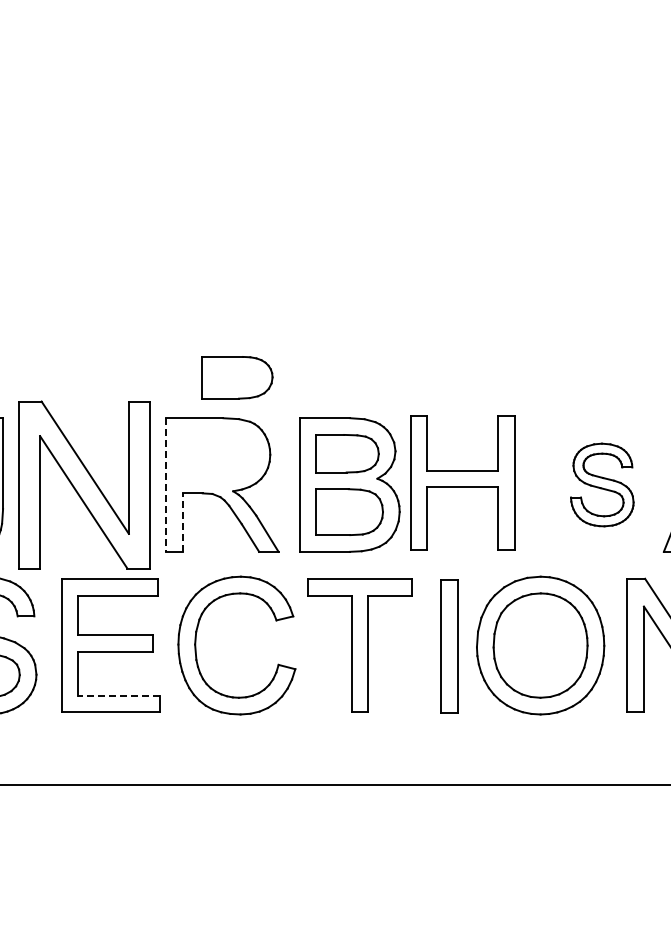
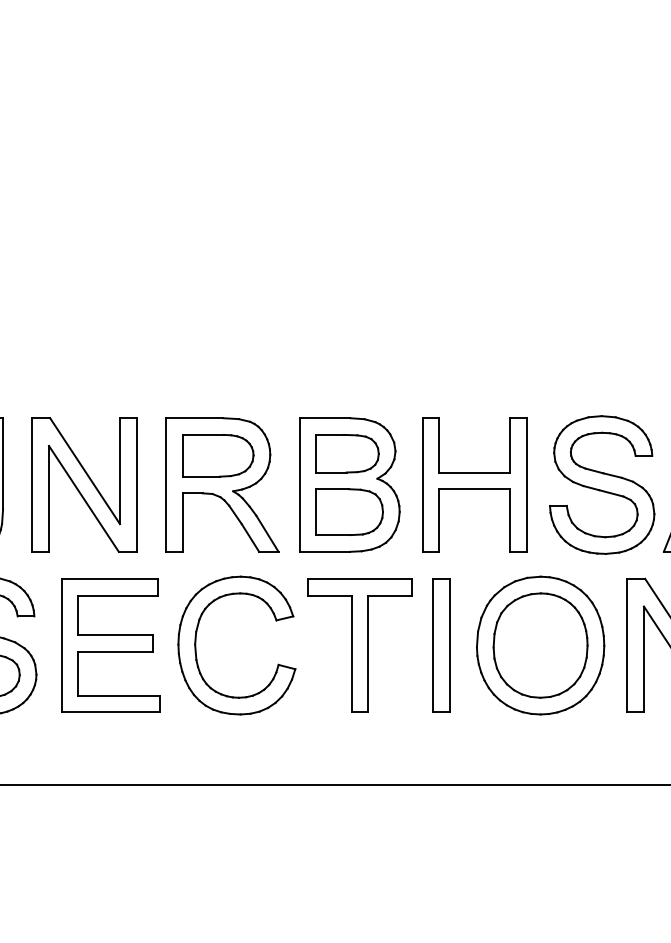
part at (237, 377) position: (237, 377) -> (218, 455)
part at (462, 482) position: (462, 482) -> (474, 484)
part at (84, 484) size: 133x170 px -> 107x136 px
part at (602, 484) size: 65x86 px -> 107x140 px
line at (165, 485): dashed -> solid
line at (182, 522): dashed -> solid
part at (449, 646) position: (449, 646) -> (441, 645)
line at (118, 695): dashed -> solid
